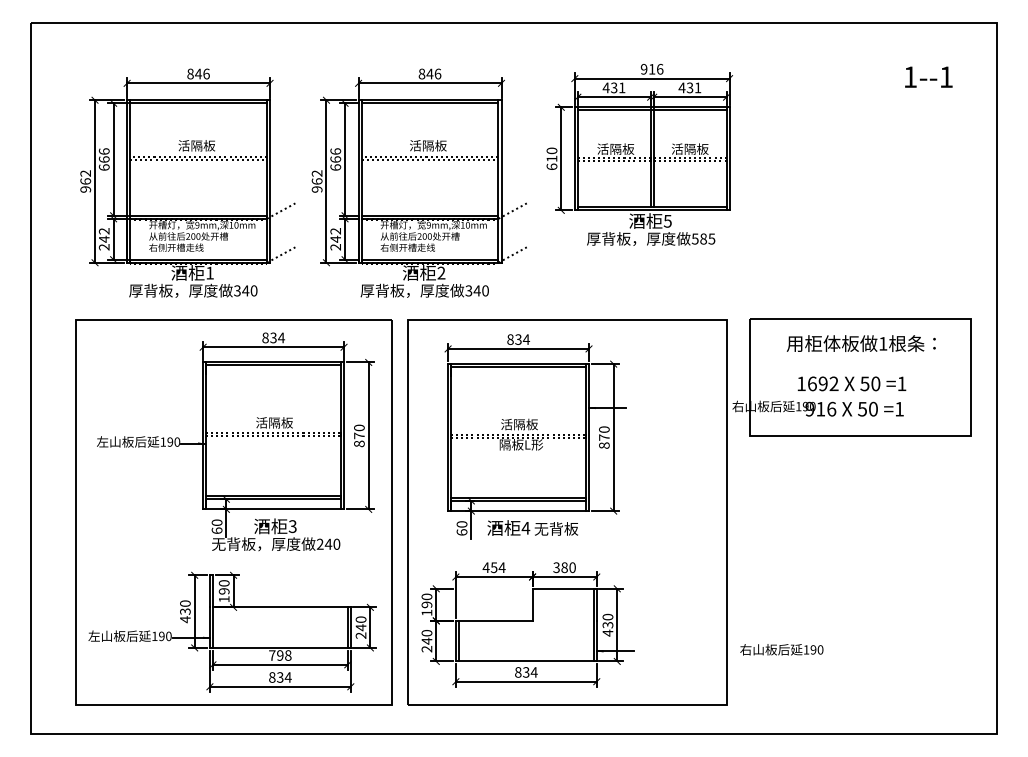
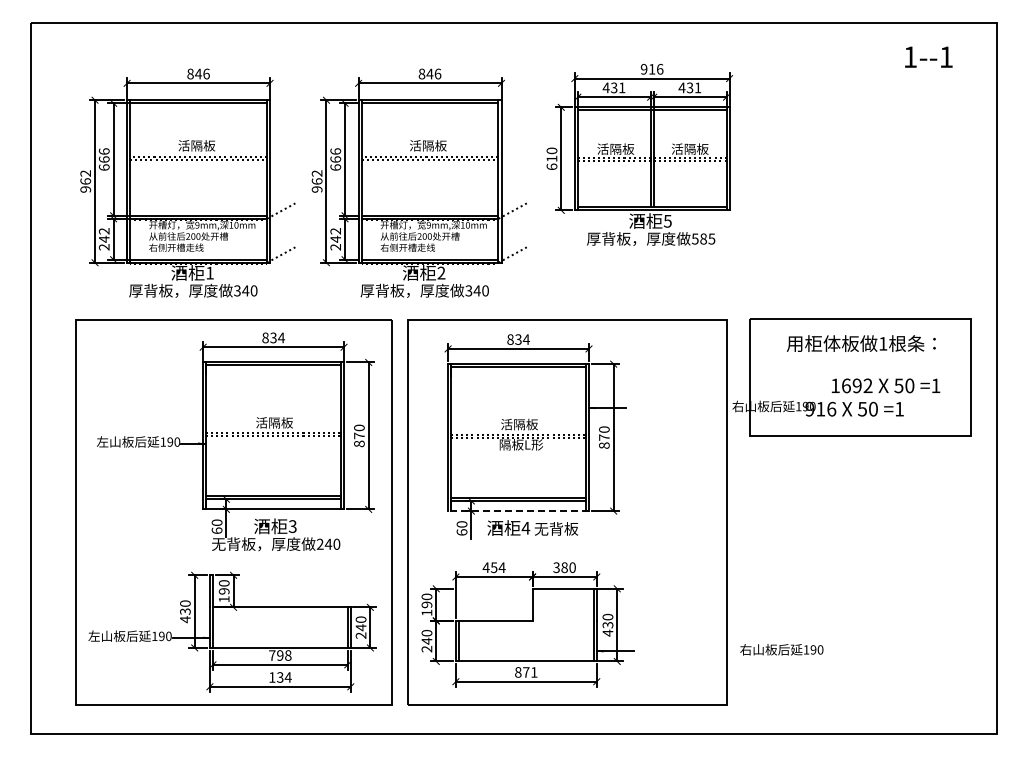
text at (928, 76) position: (928, 76) -> (928, 56)
text at (851, 383) position: (851, 383) -> (885, 385)
line at (518, 511): solid -> dashed
text at (530, 672): 834 -> 871
text at (272, 677): 834 -> 134
